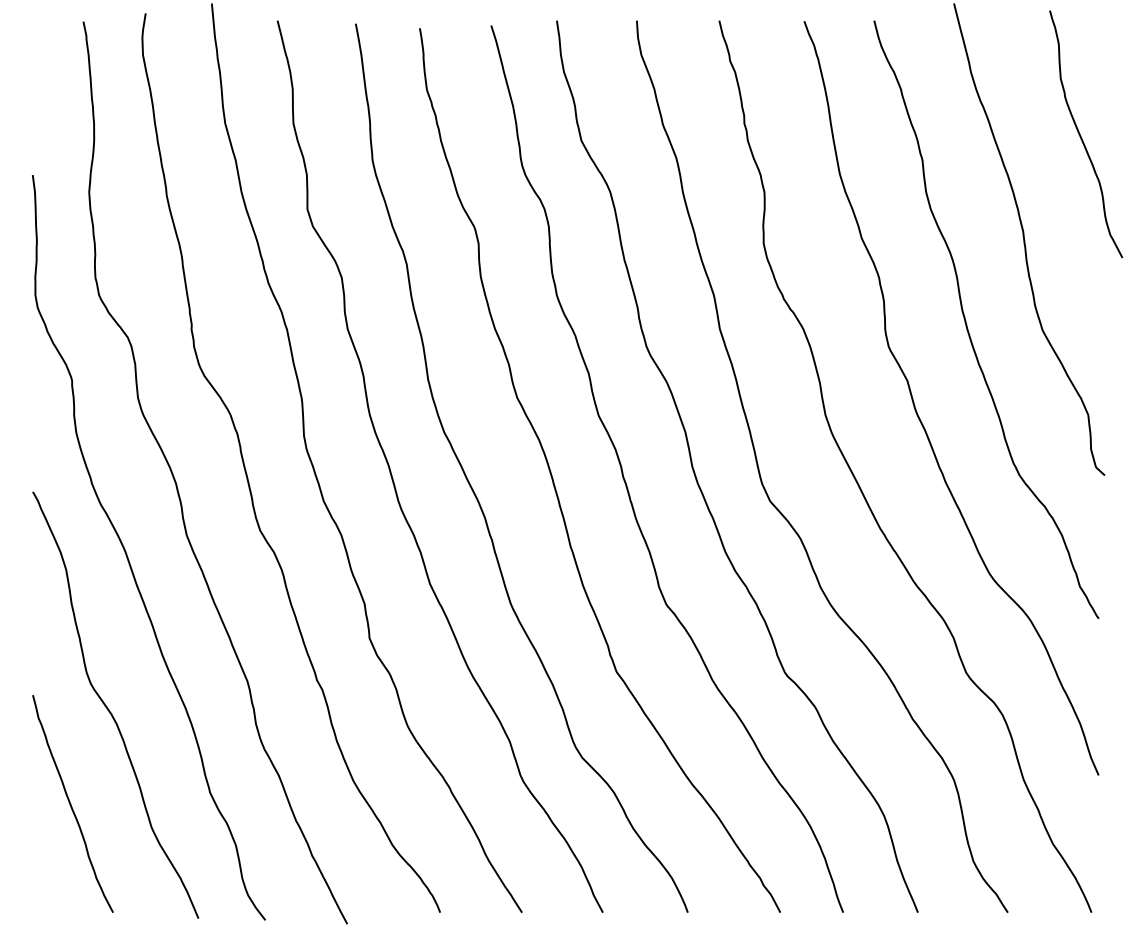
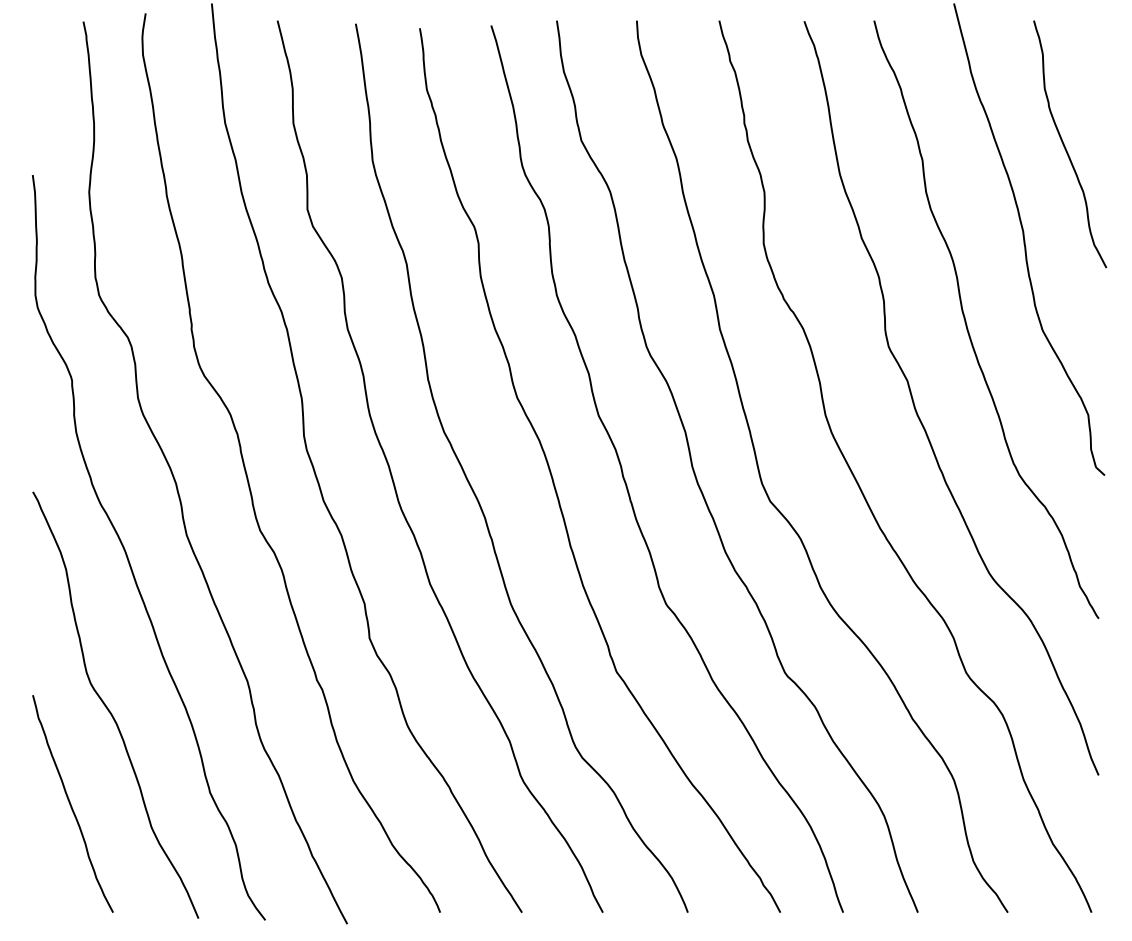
curve at (1081, 136) position: (1081, 136) -> (1065, 146)
